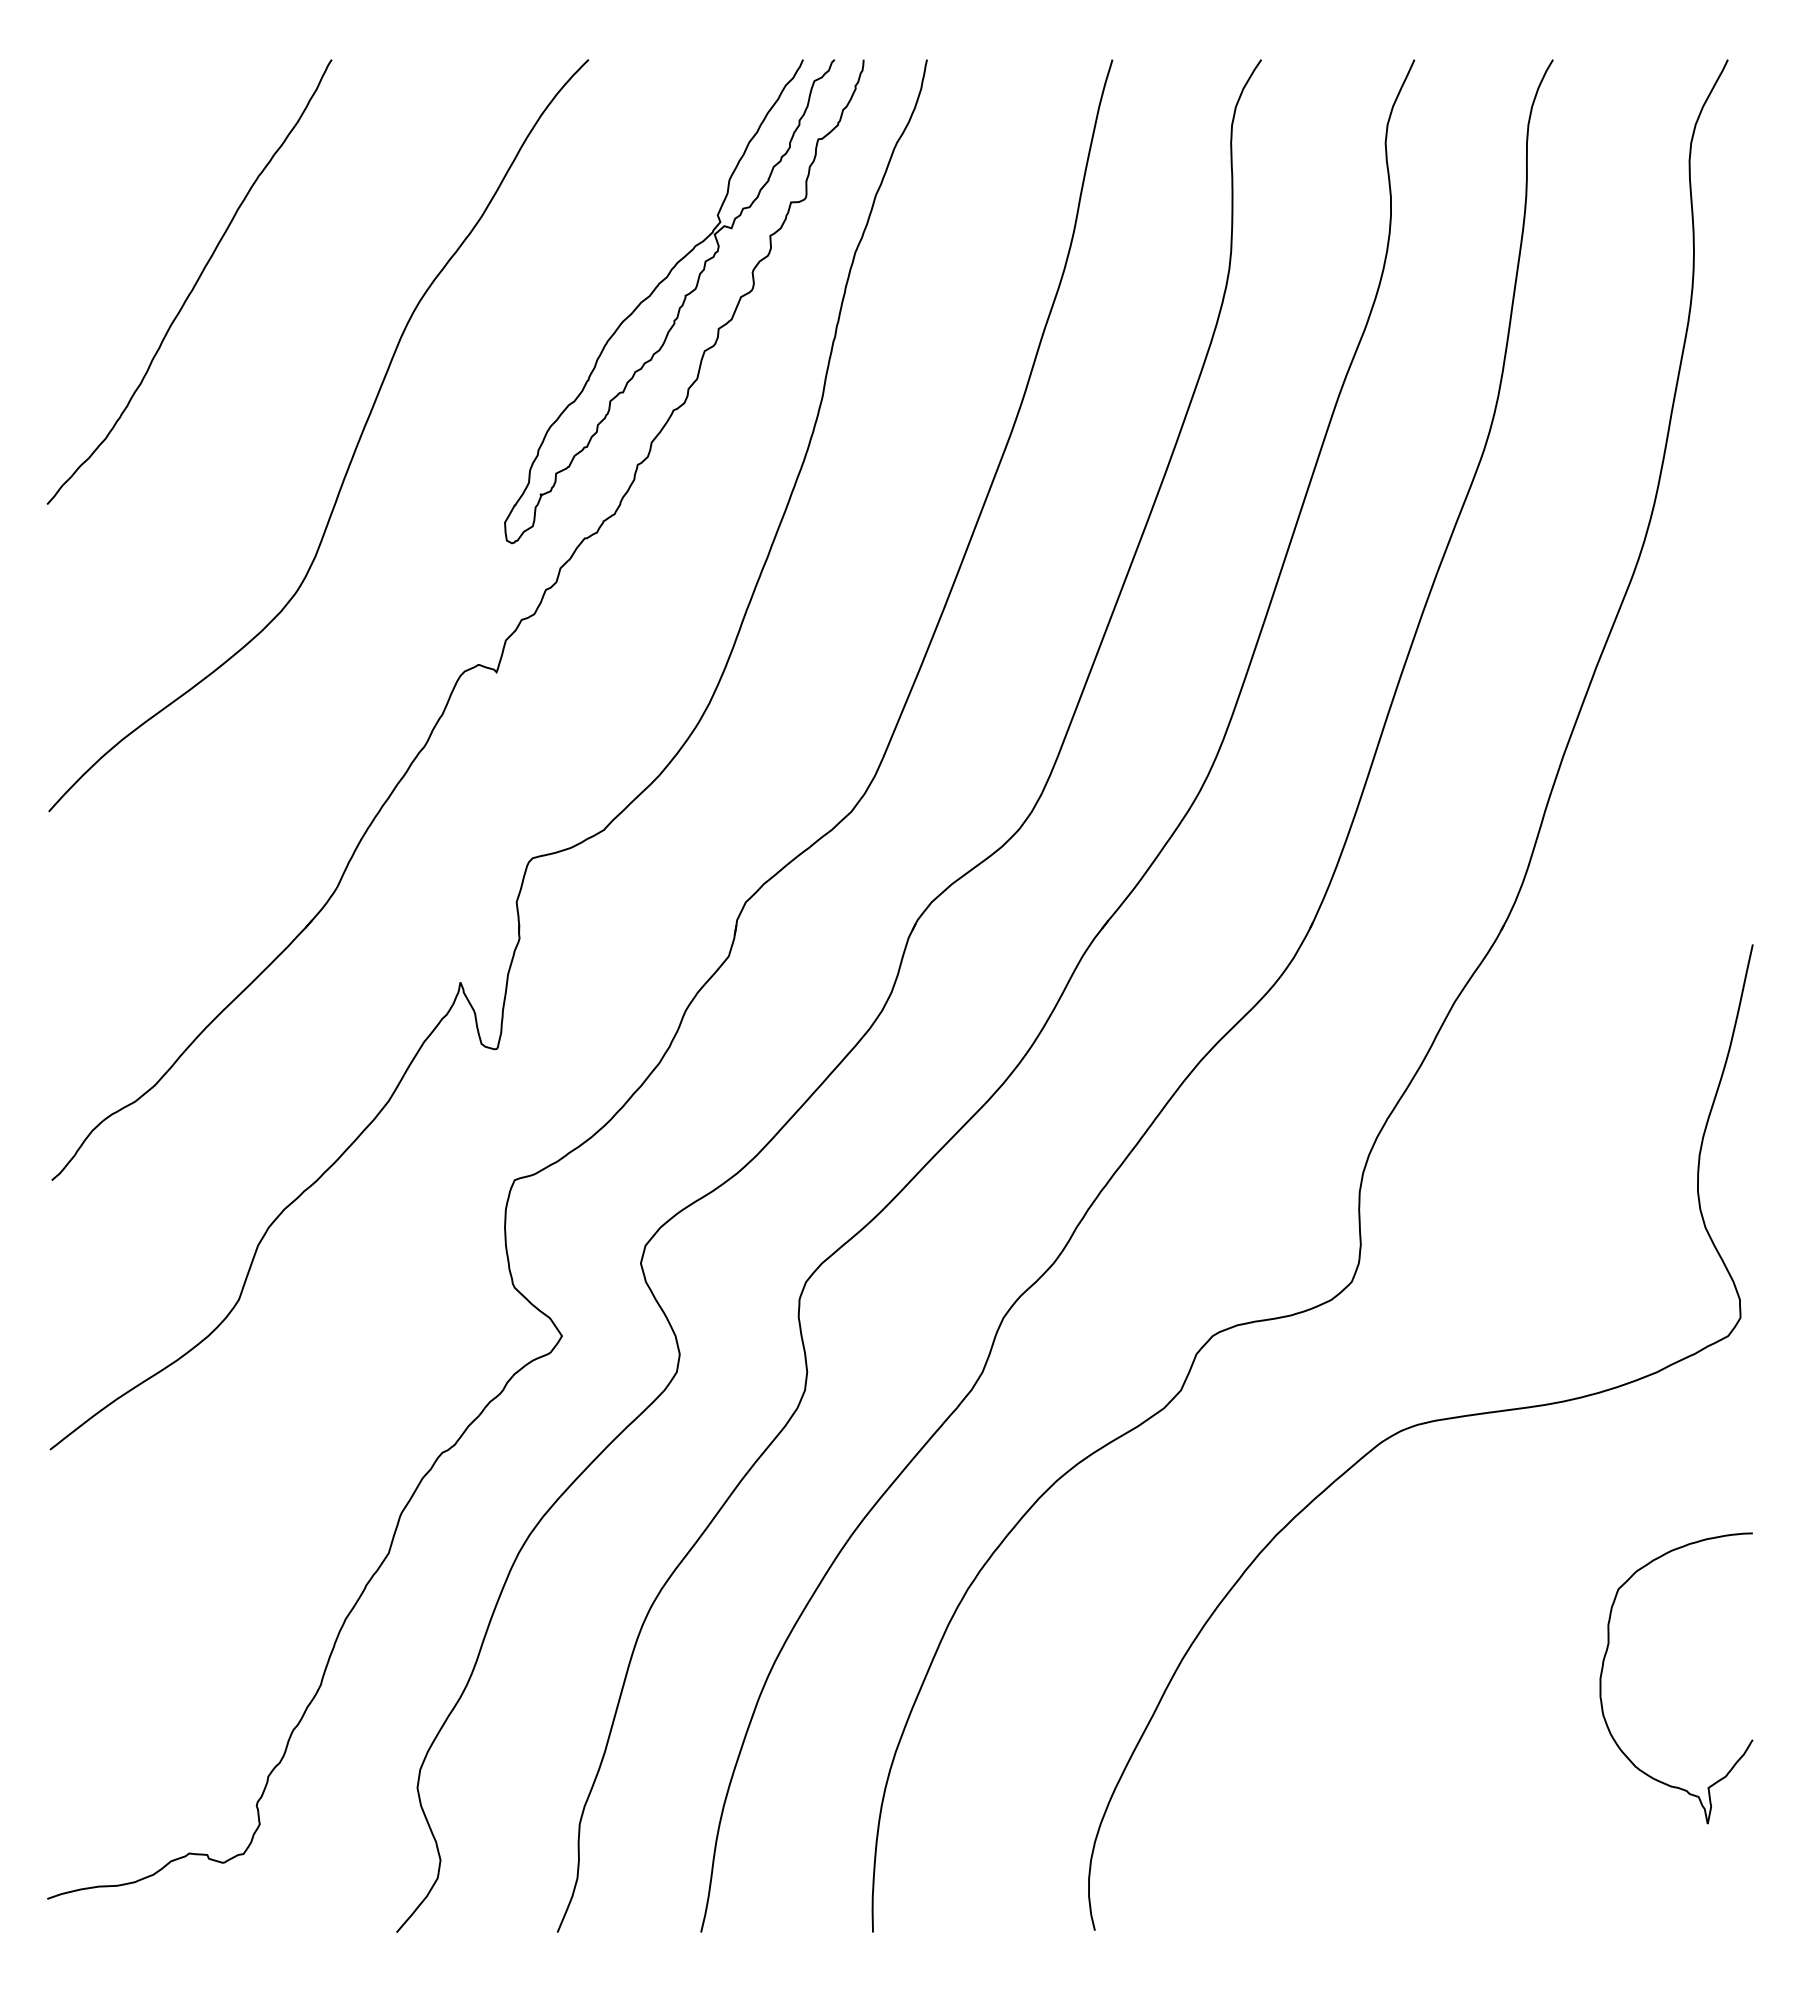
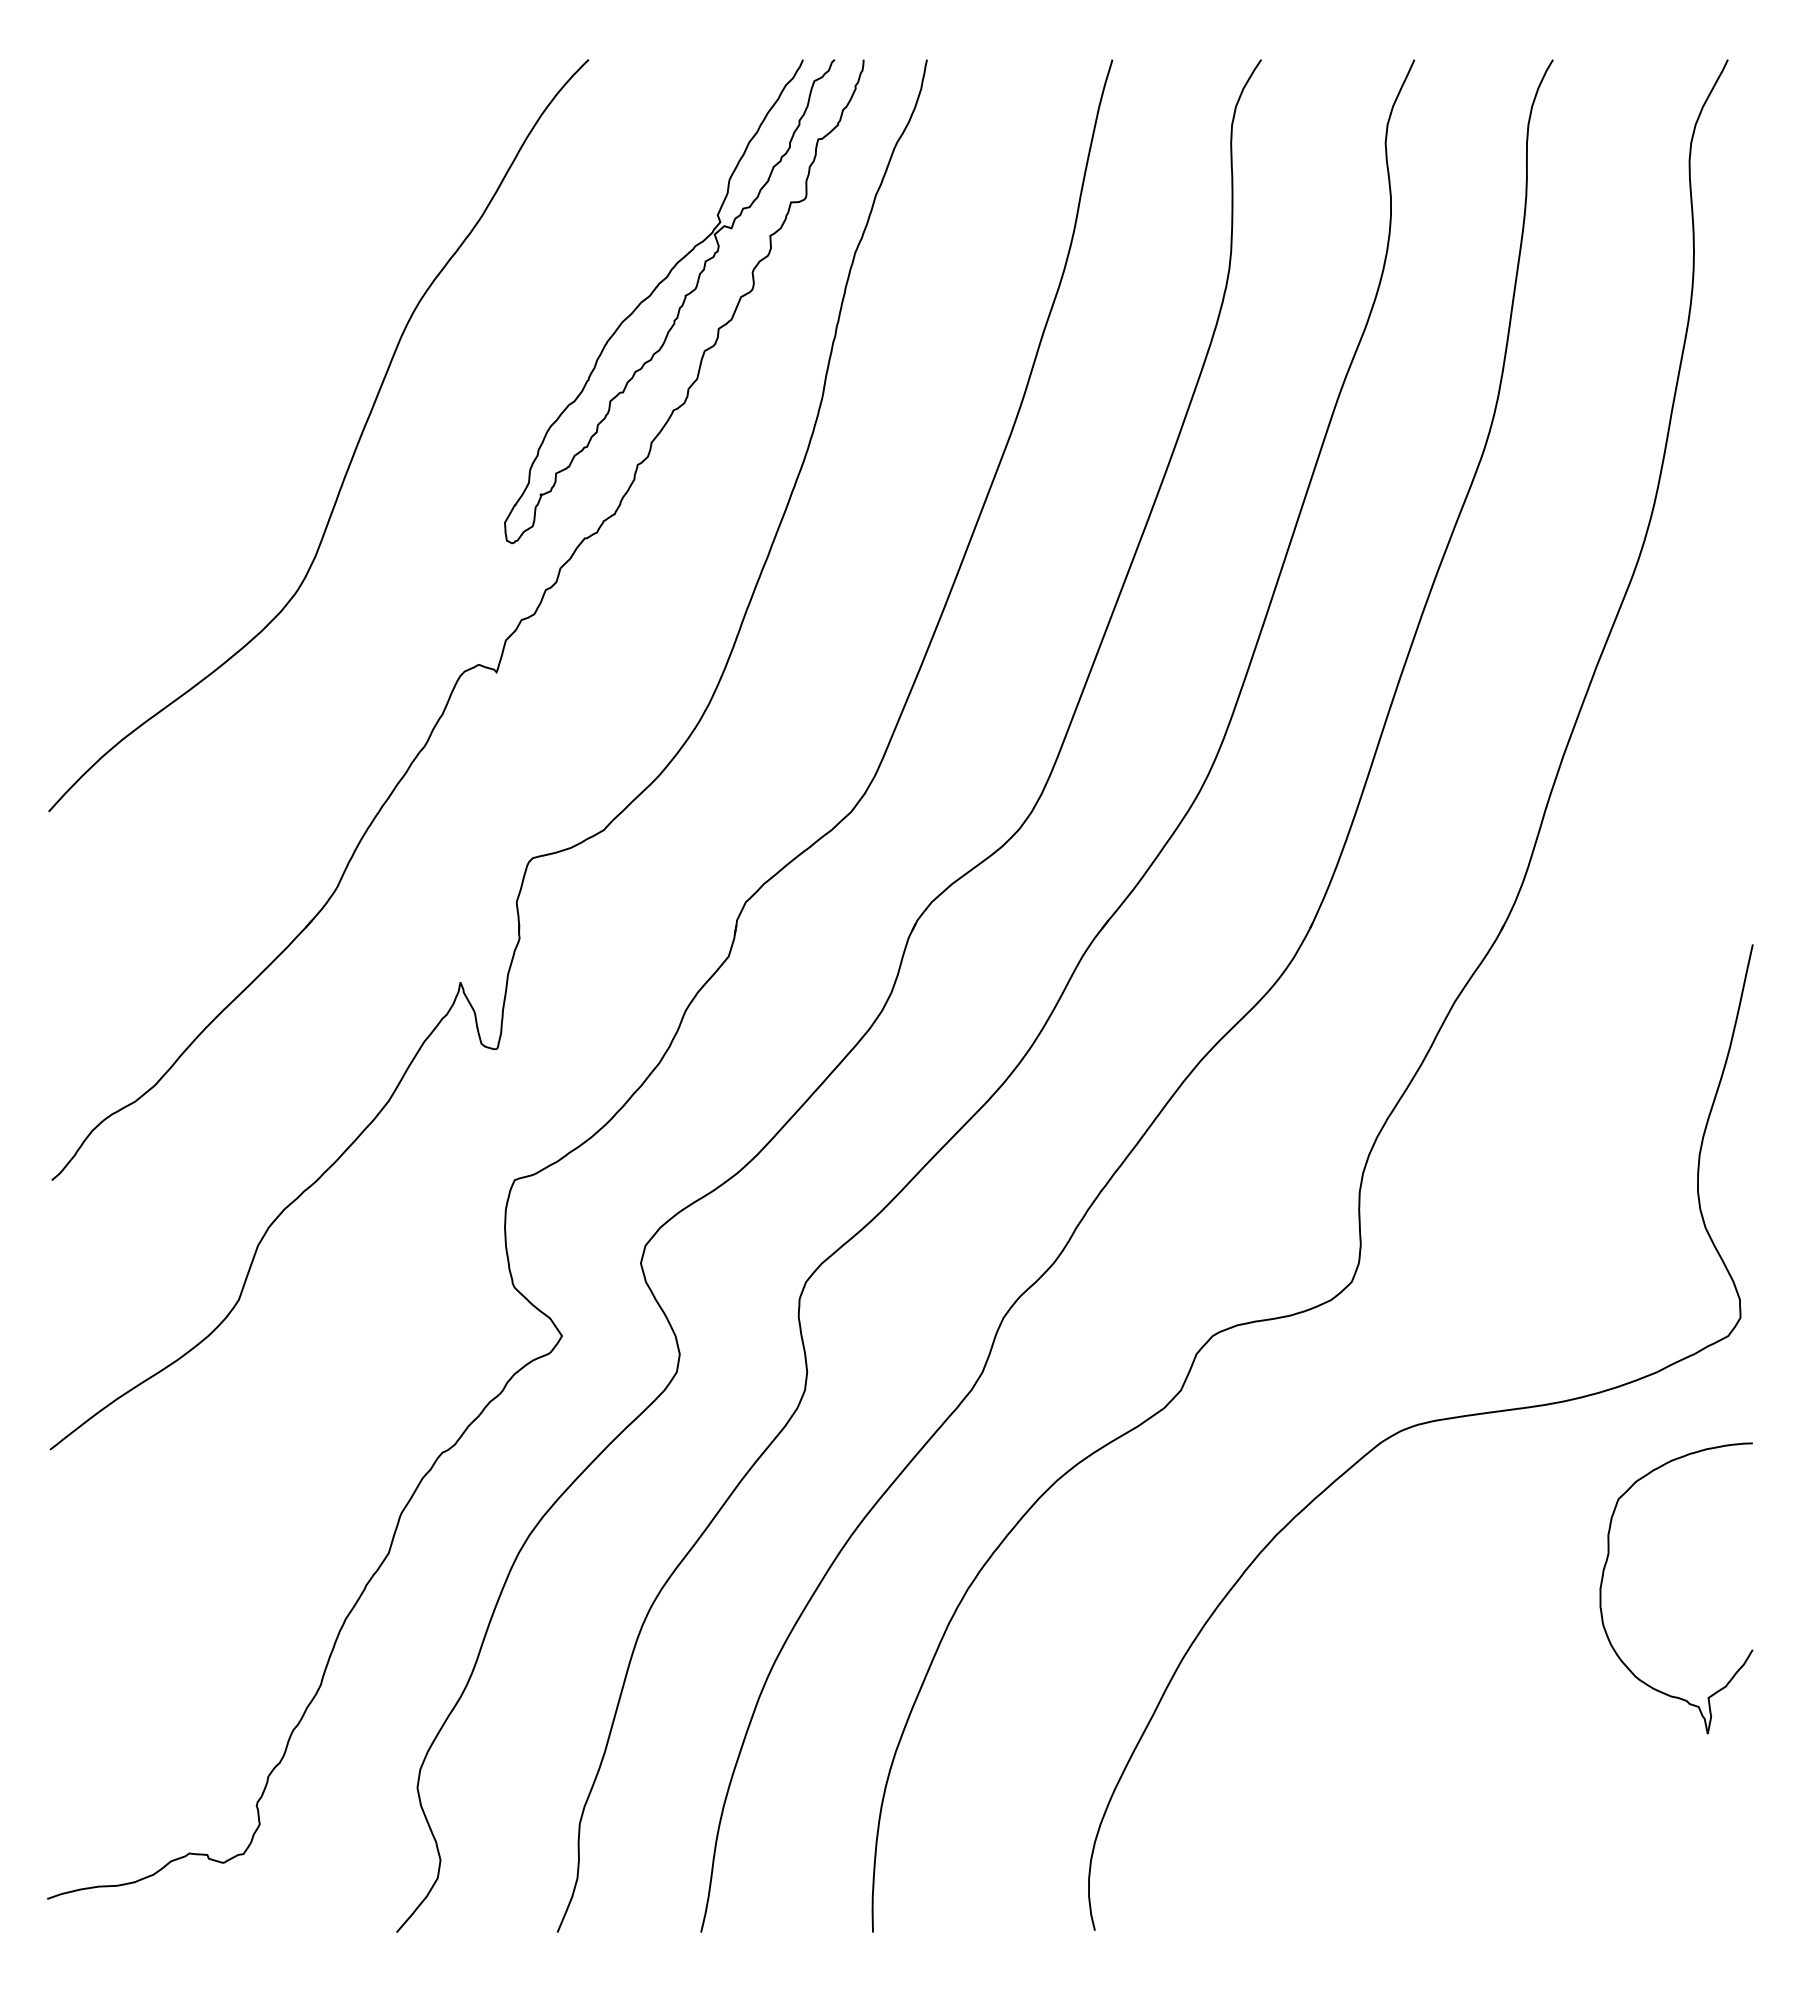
curve at (193, 285): present -> none
part at (1603, 1669) position: (1603, 1669) -> (1603, 1579)
